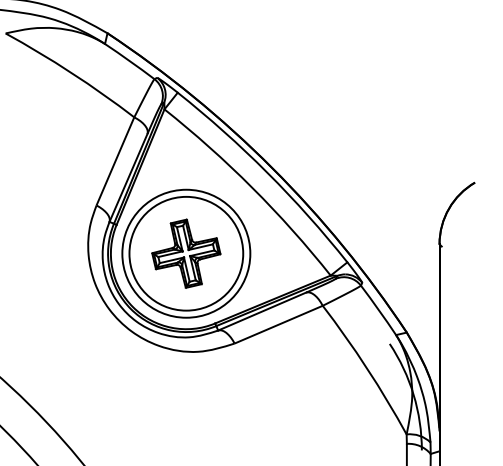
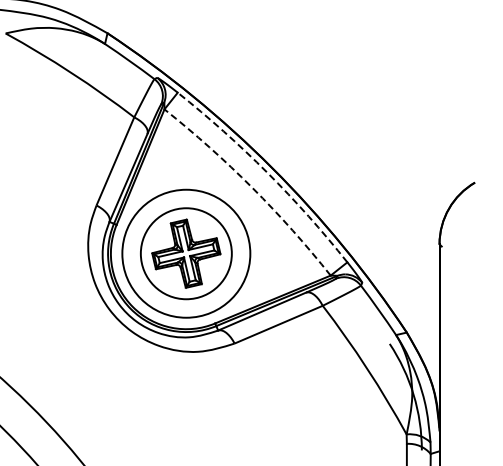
arc at (267, 172): solid -> dashed
arc at (252, 187): solid -> dashed
circle at (186, 253) diameter: 114 px -> 91 px
